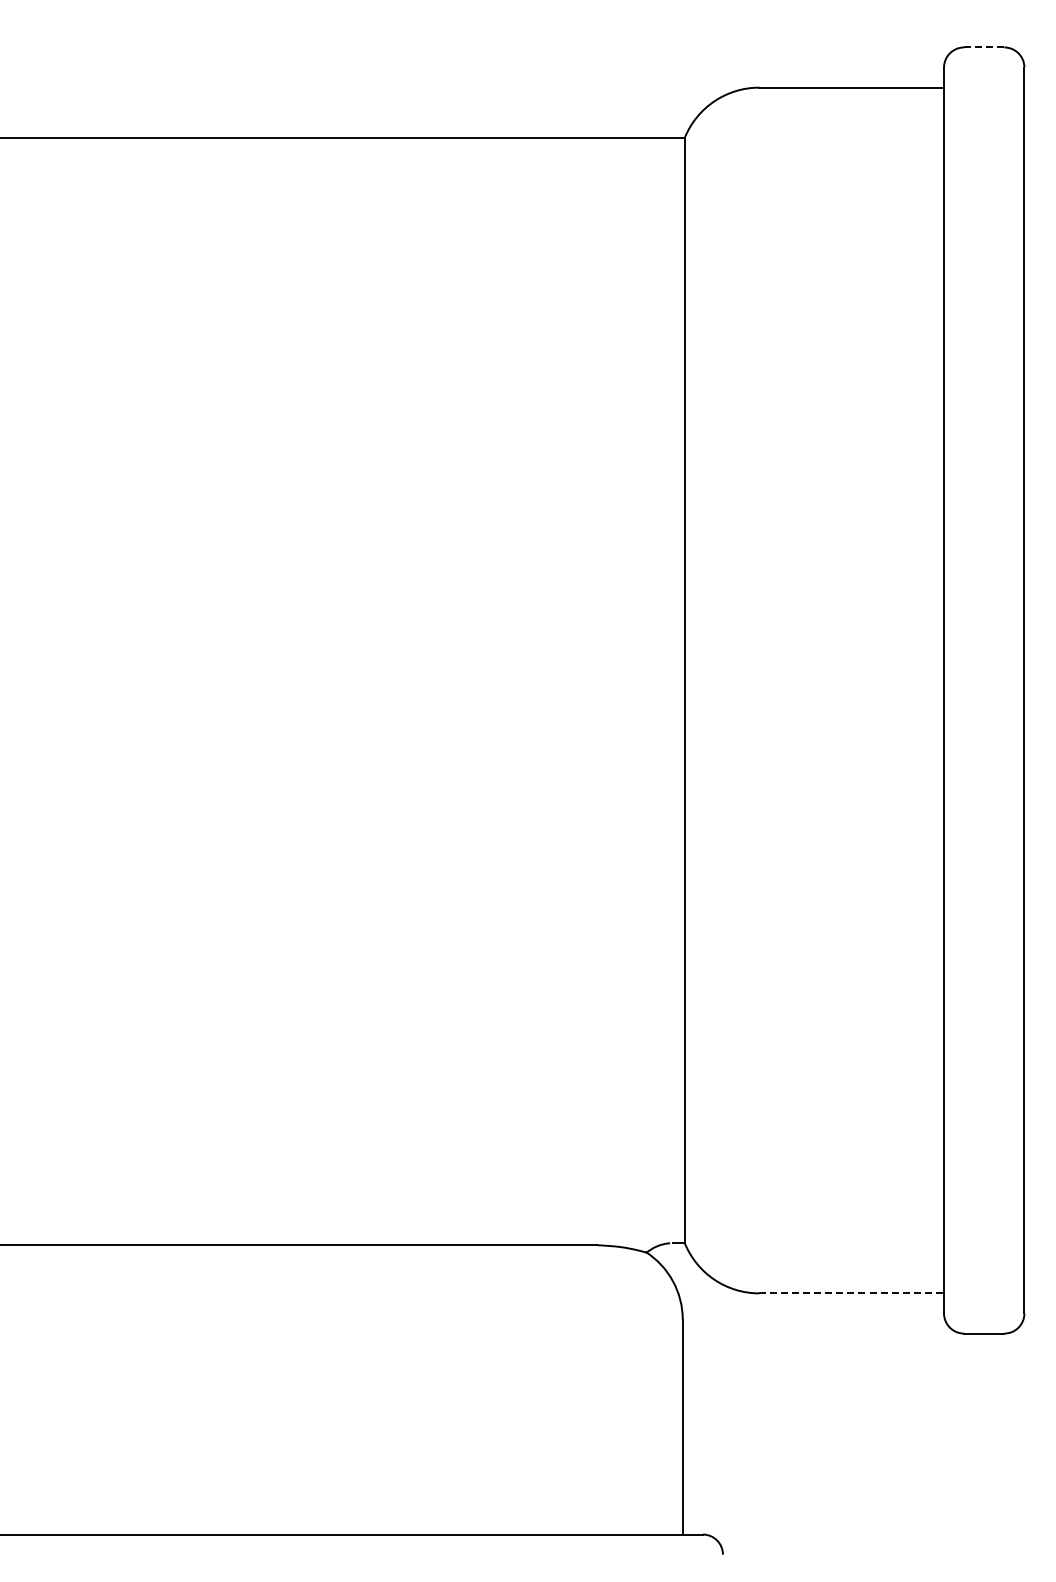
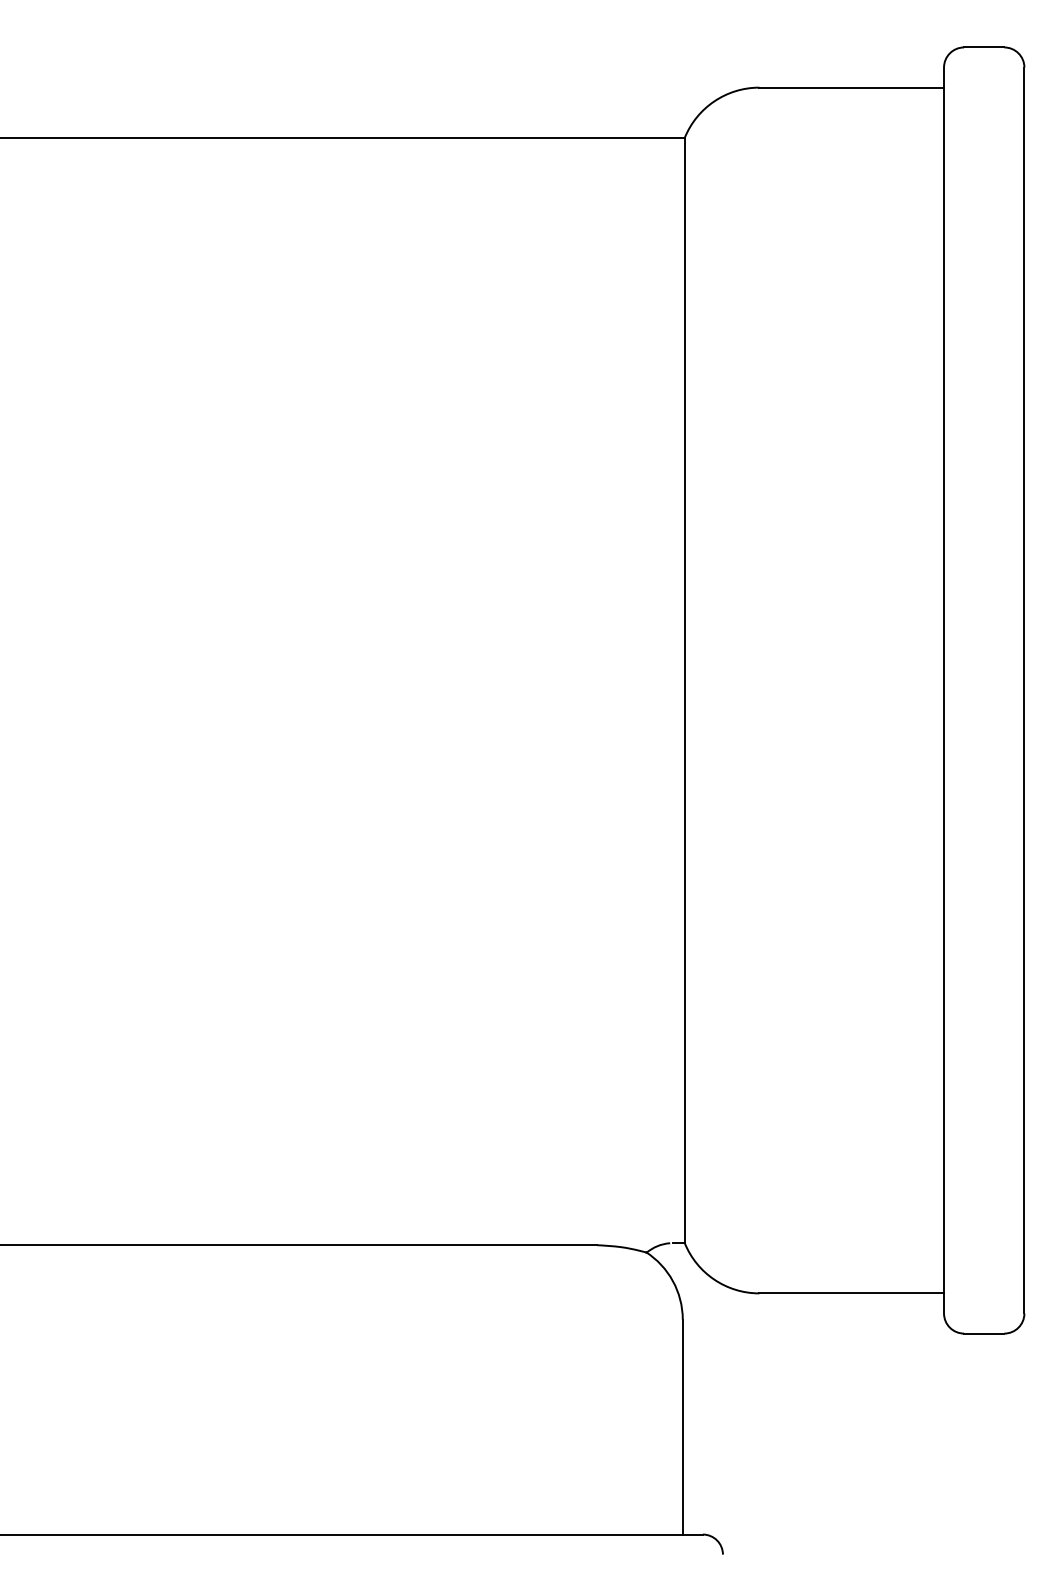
line at (983, 47): dashed -> solid
line at (852, 1293): dashed -> solid
